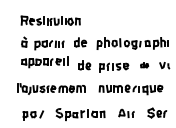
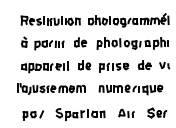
part at (128, 20): none -> present
part at (44, 62) position: (44, 62) -> (44, 67)
part at (144, 65) size: 10x7 px -> 15x10 px
